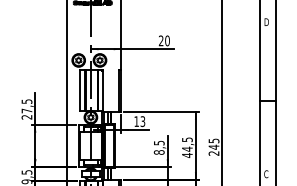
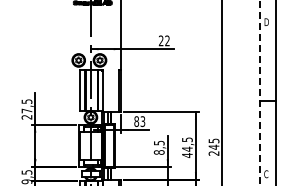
text at (167, 40): 20 -> 22
line at (66, 92): present -> none
line at (260, 92): solid -> dashed
text at (136, 121): 13 -> 83
